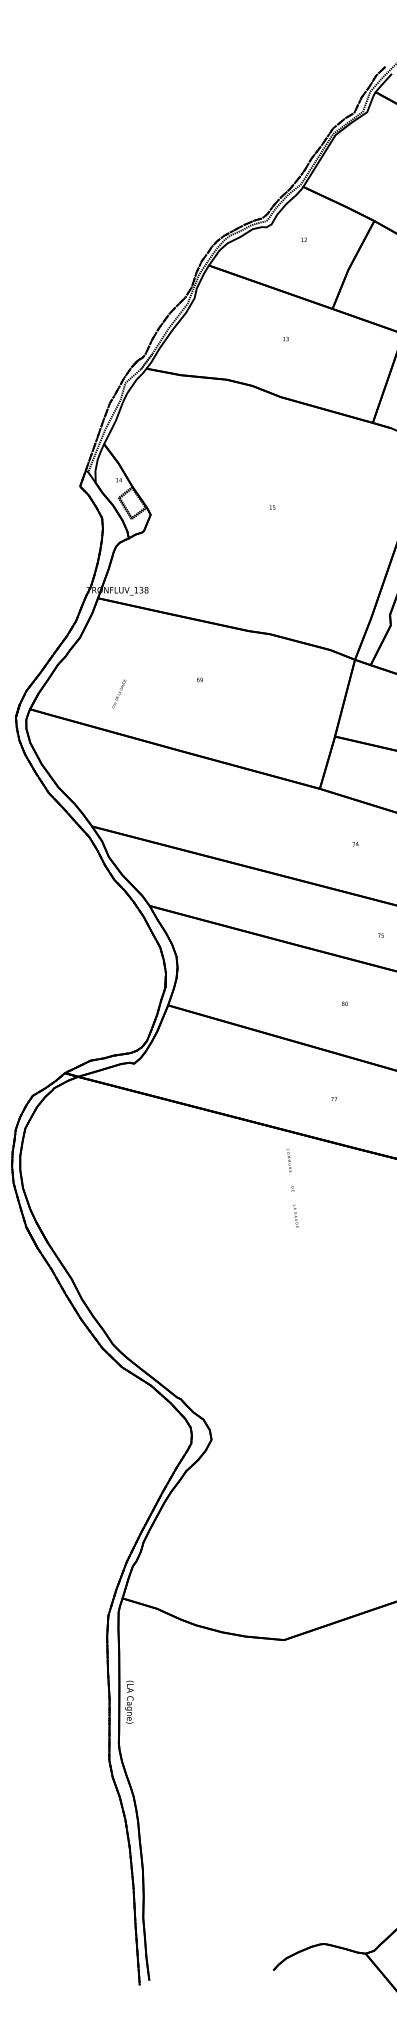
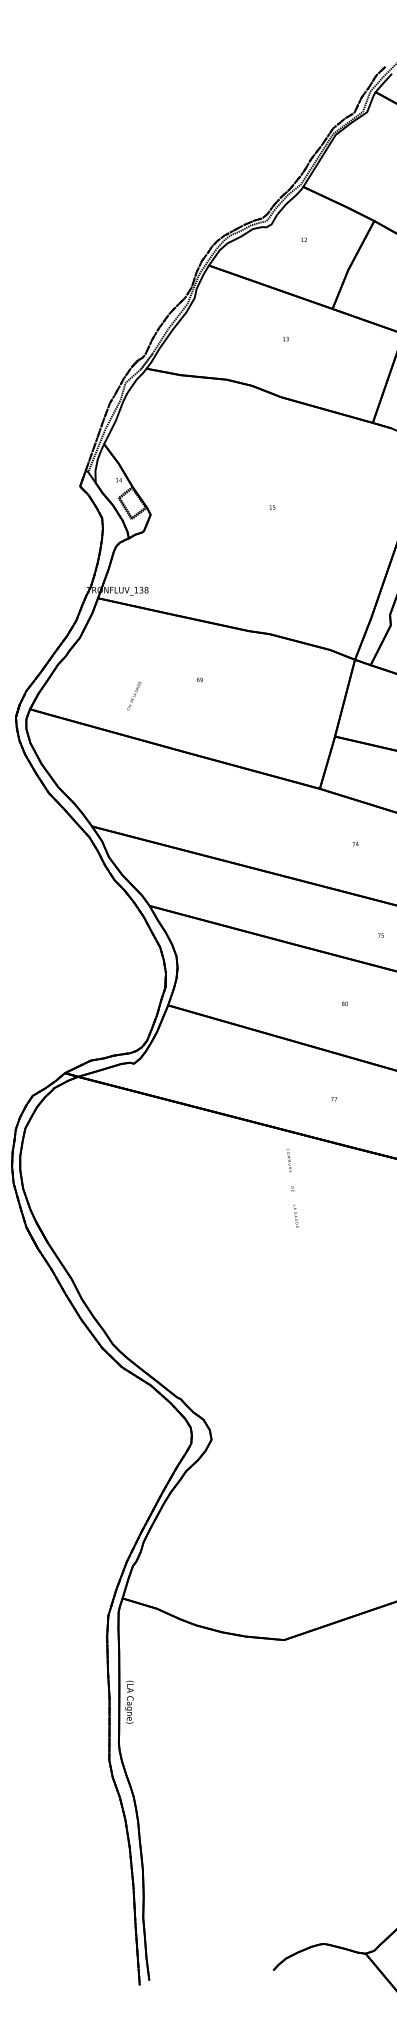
text at (119, 693) position: (119, 693) -> (134, 695)
